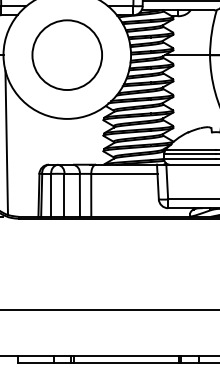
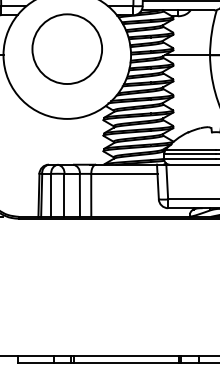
circle at (66, 54) position: (66, 54) -> (66, 48)
line at (6, 142): present -> none
line at (109, 310): present -> none
